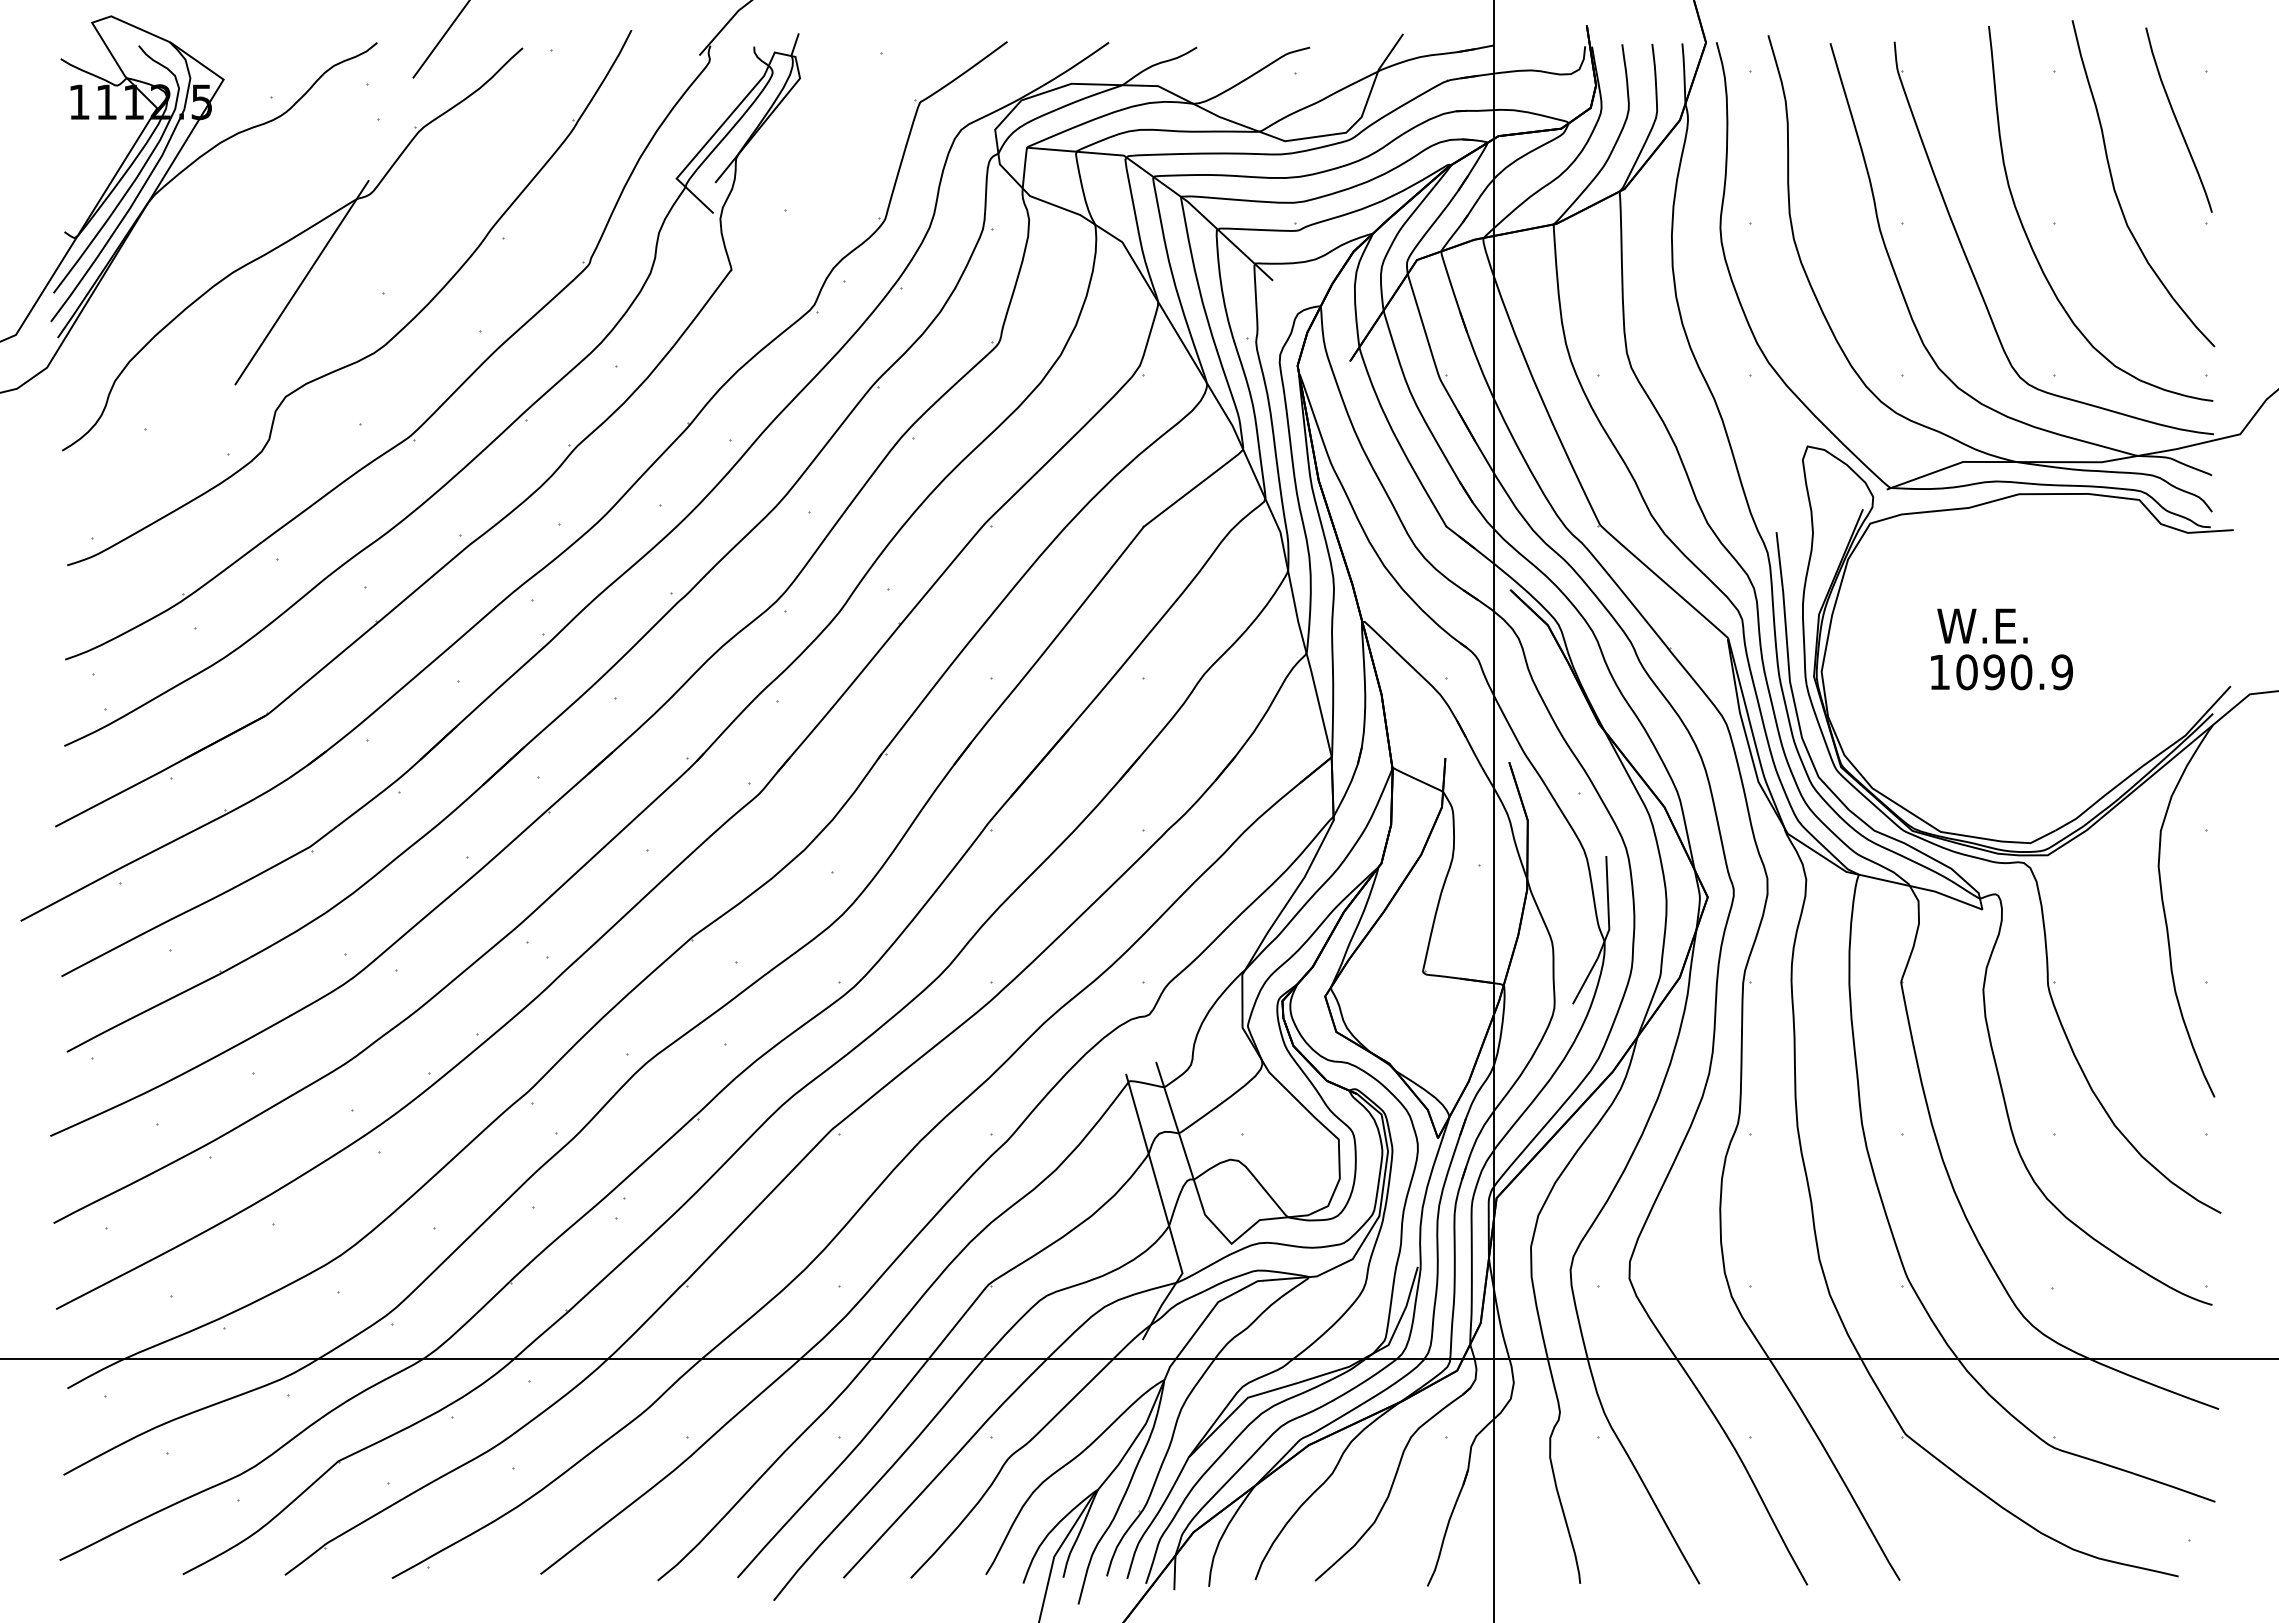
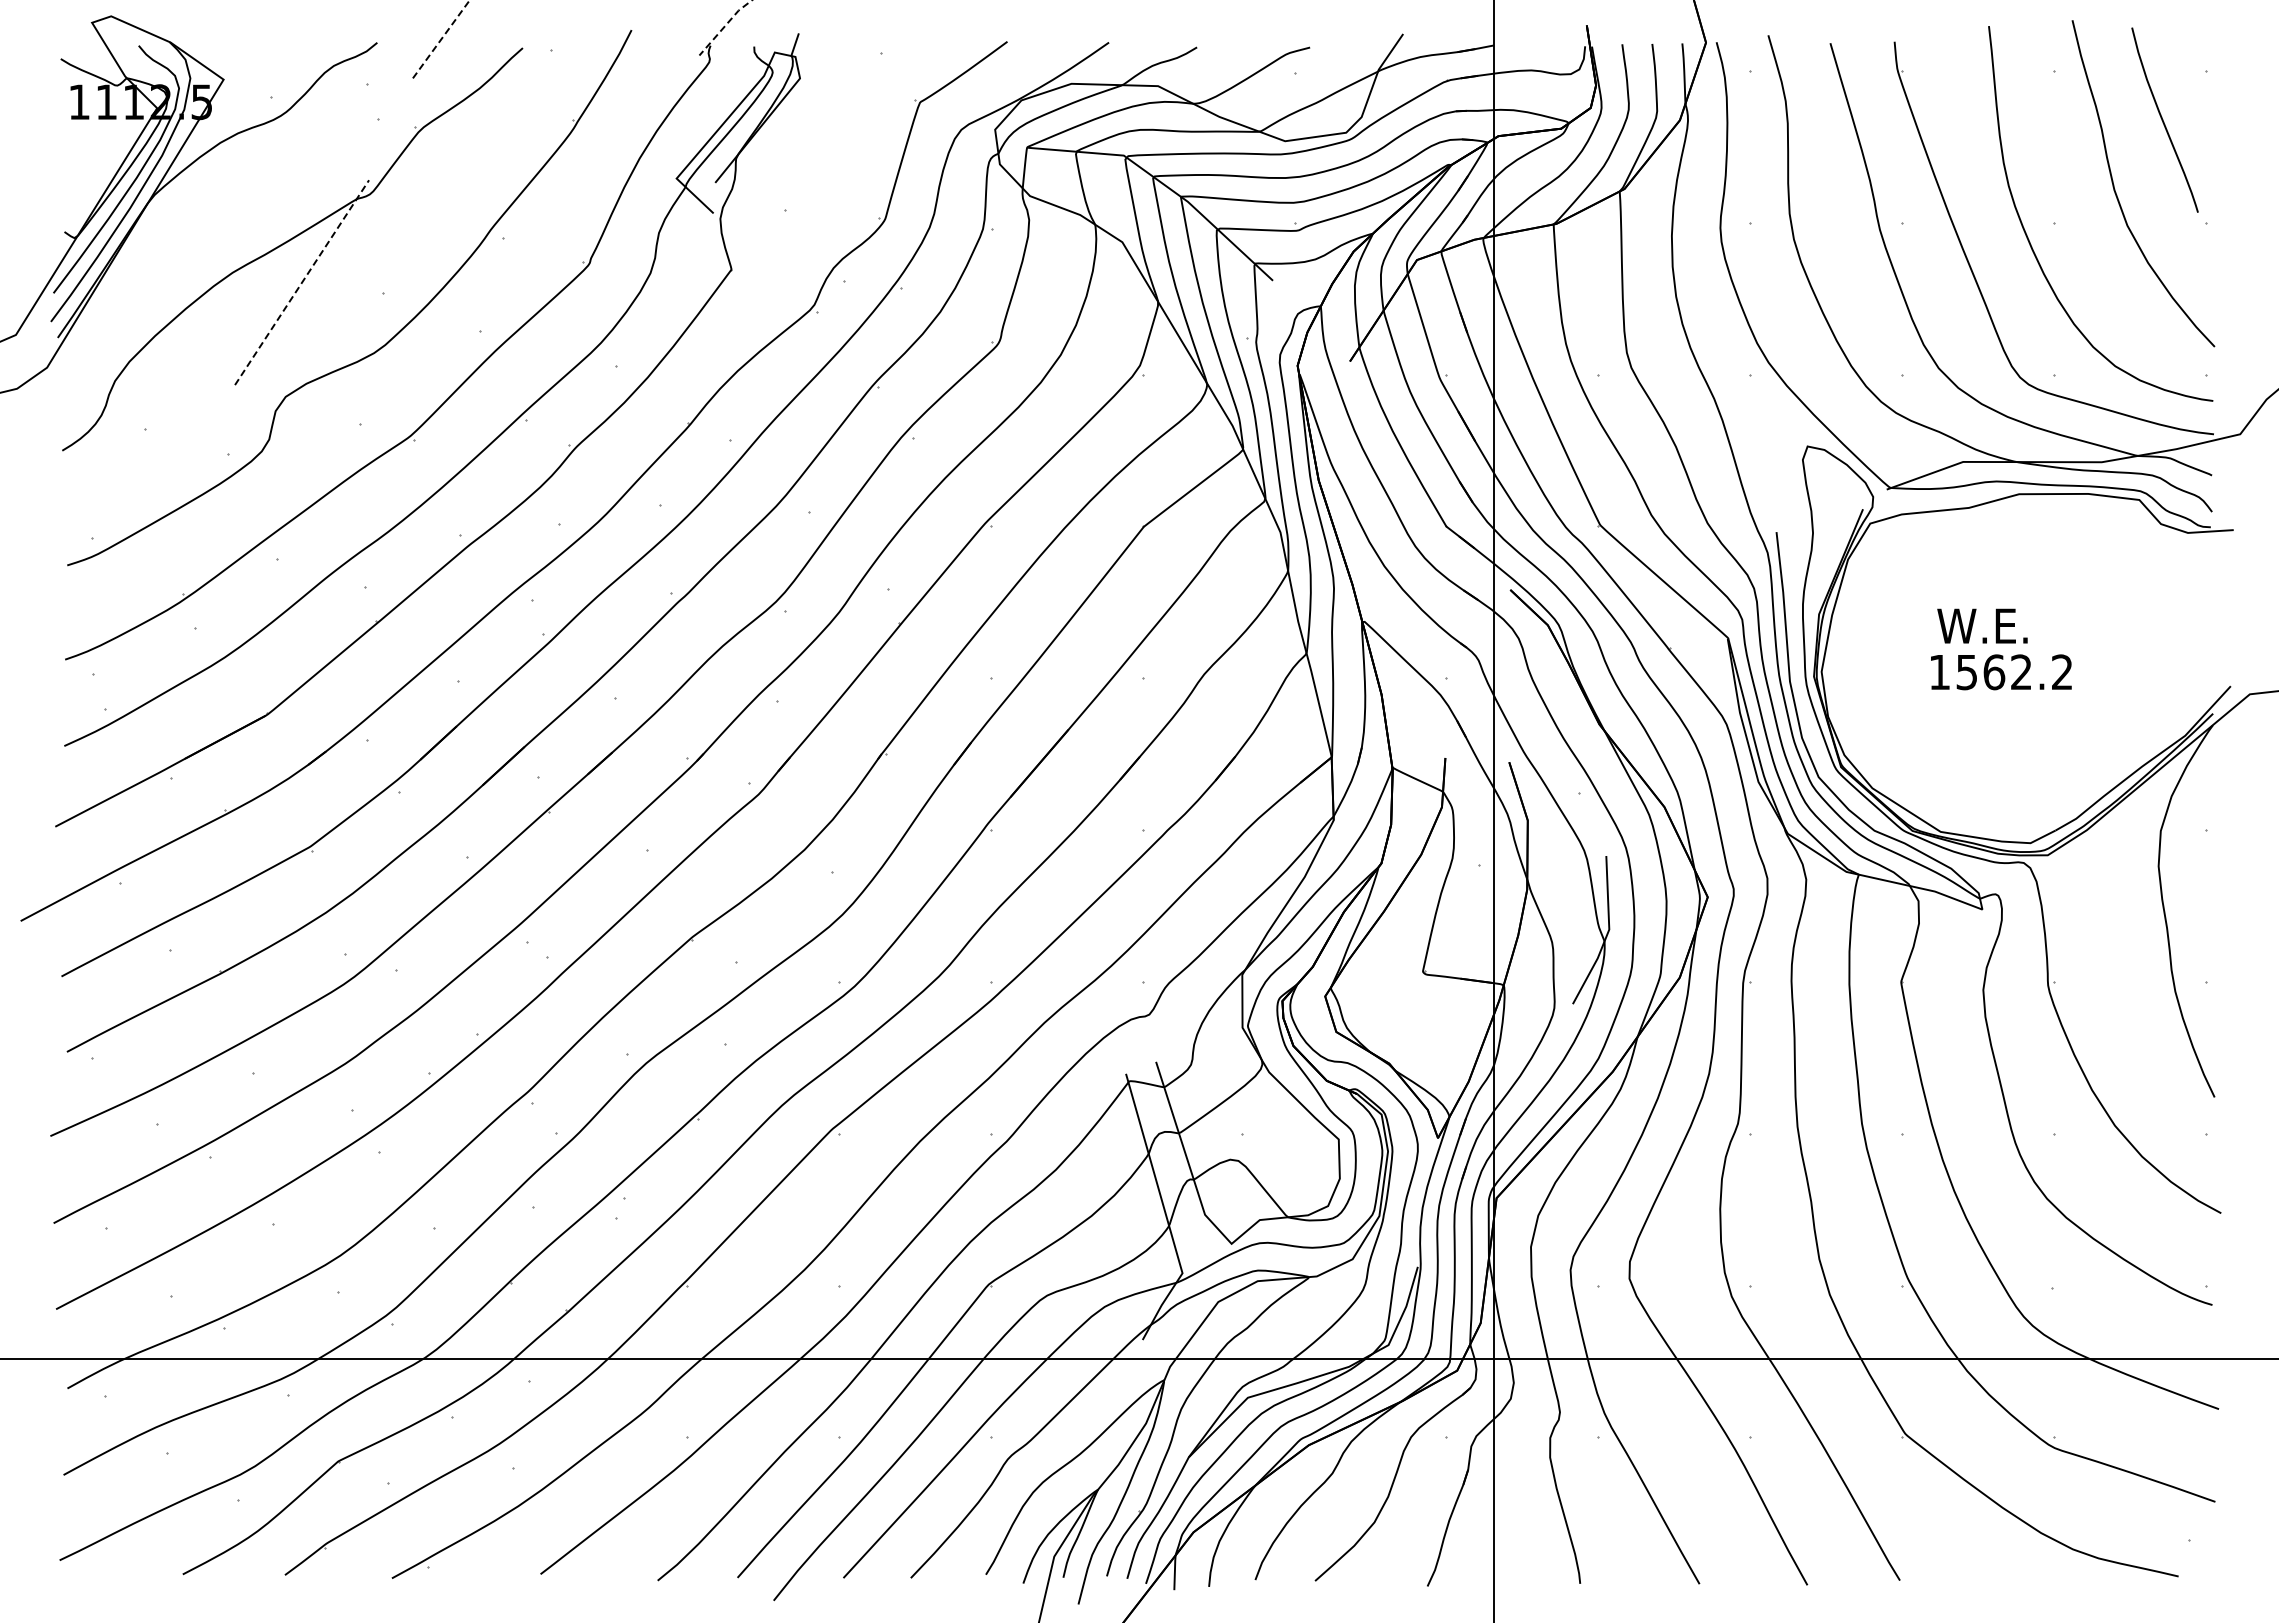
line at (724, 26): solid -> dashed
line at (441, 38): solid -> dashed
curve at (2177, 119) position: (2177, 119) -> (2163, 119)
line at (302, 282): solid -> dashed
text at (2014, 672): 1090.9 -> 1562.2
